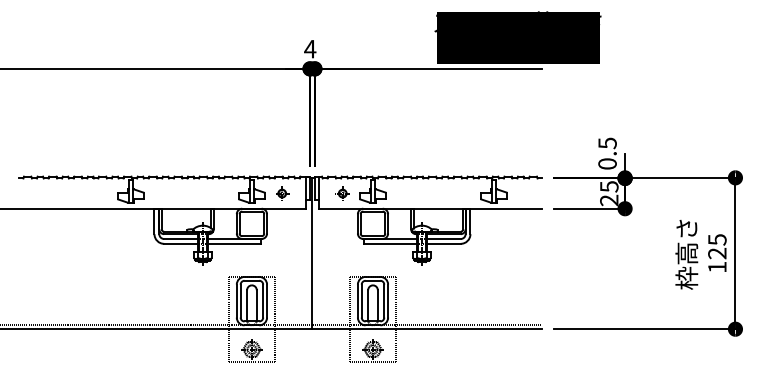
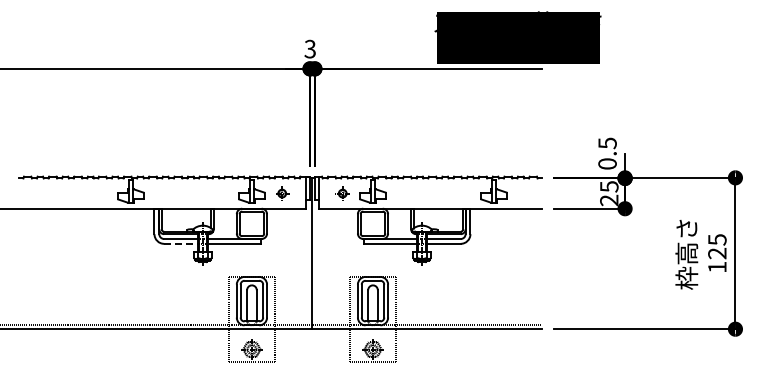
text at (310, 48): 4 -> 3
line at (181, 243): solid -> dashed
